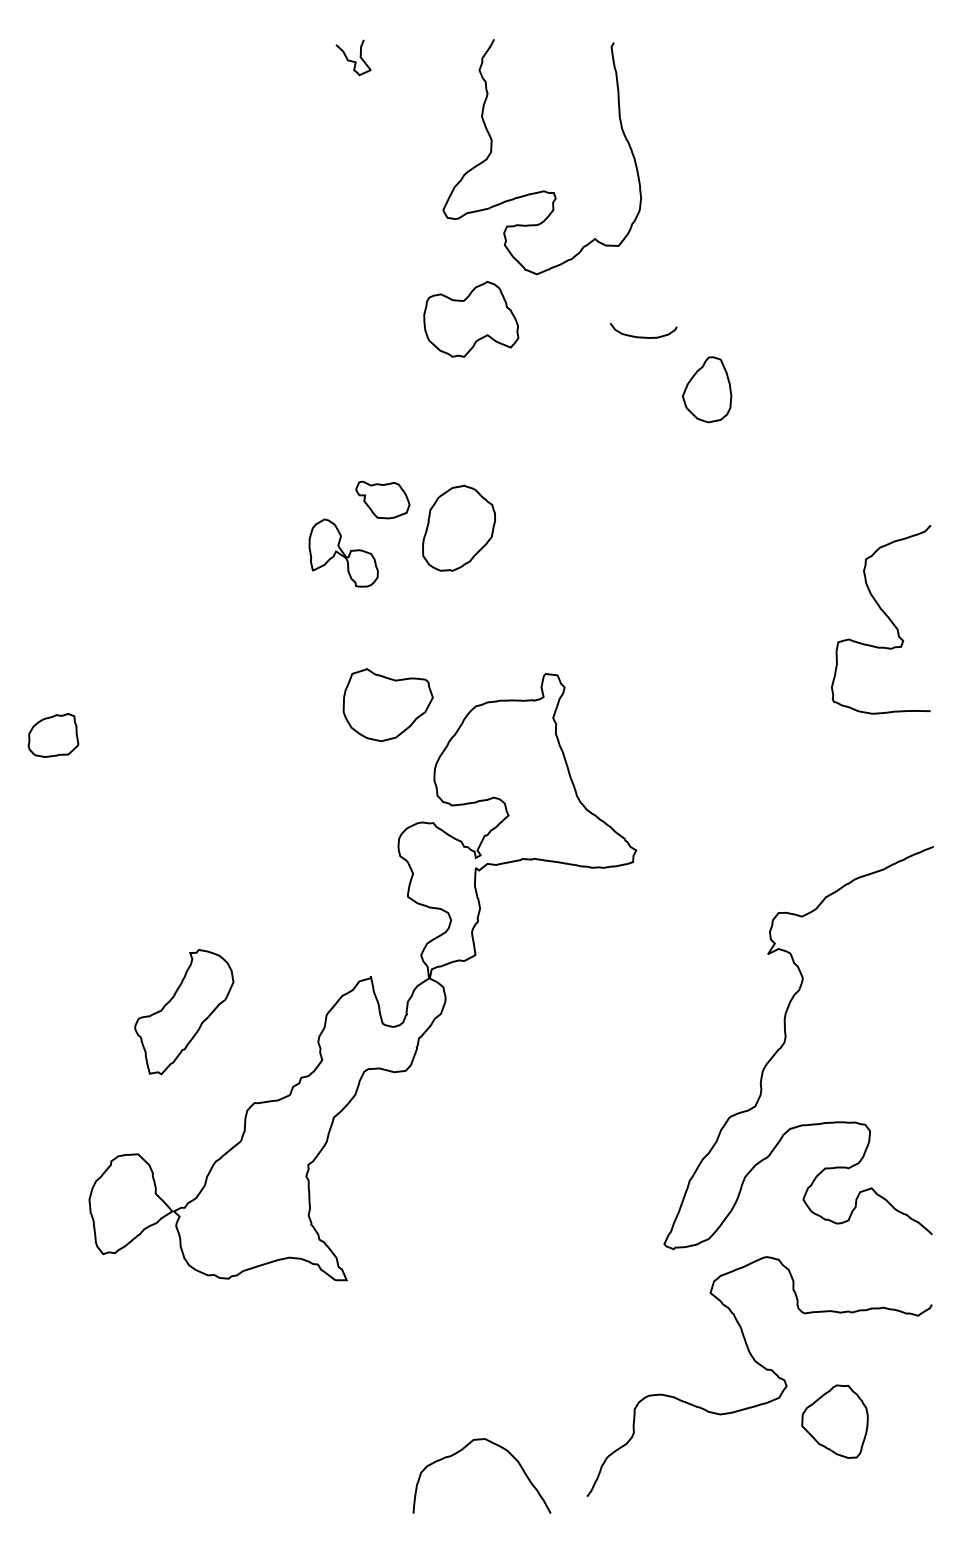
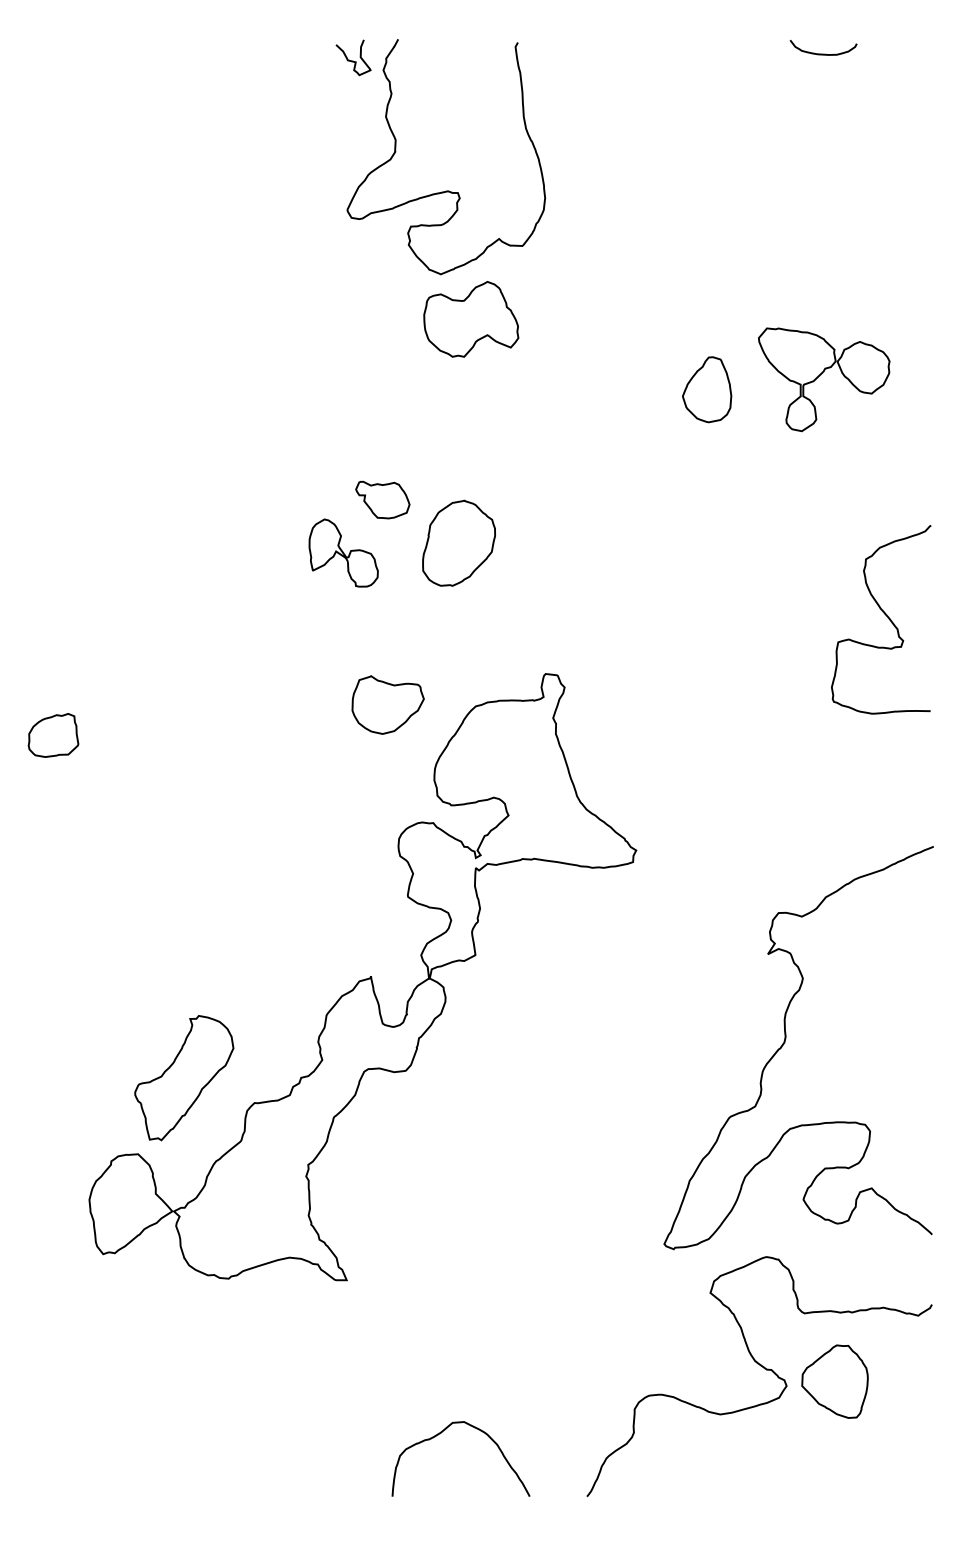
curve at (542, 190) position: (542, 190) -> (446, 190)
curve at (643, 336) position: (643, 336) -> (823, 53)
part at (824, 379): none -> present
part at (458, 527) position: (458, 527) -> (458, 542)
part at (387, 705) size: 92x75 px -> 74x60 px
part at (184, 1012) position: (184, 1012) -> (184, 1078)
part at (834, 1421) position: (834, 1421) -> (834, 1381)
curve at (462, 1450) position: (462, 1450) -> (441, 1433)
